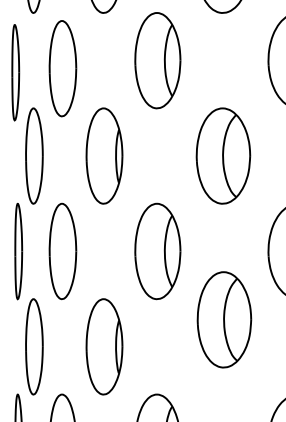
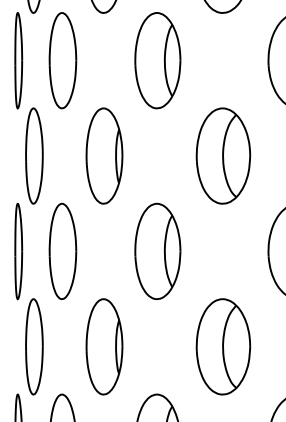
part at (62, 68) position: (62, 68) -> (62, 60)
part at (15, 72) position: (15, 72) -> (18, 60)
part at (224, 319) position: (224, 319) -> (223, 346)
